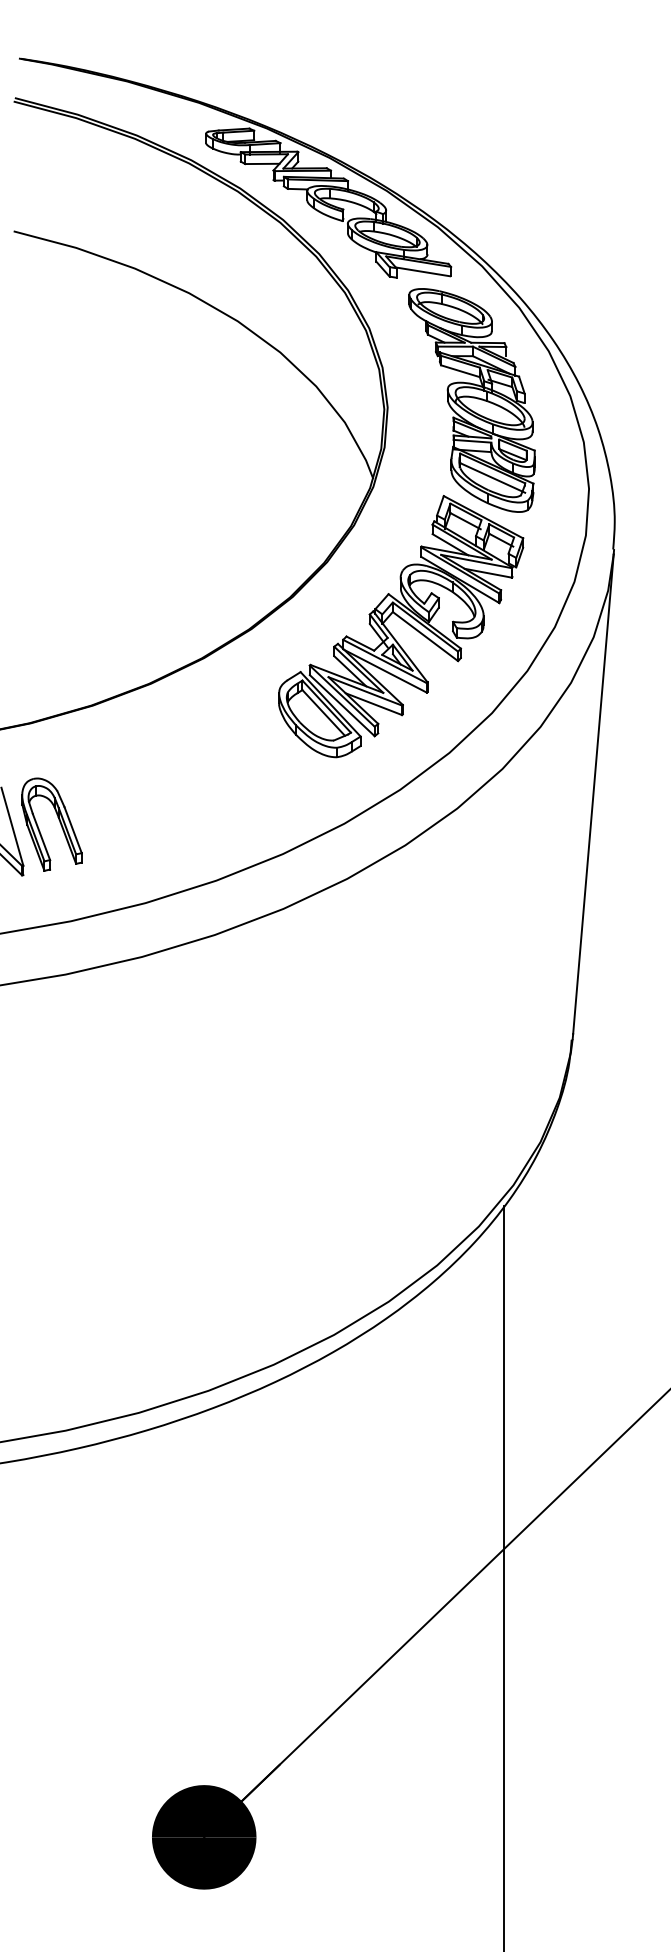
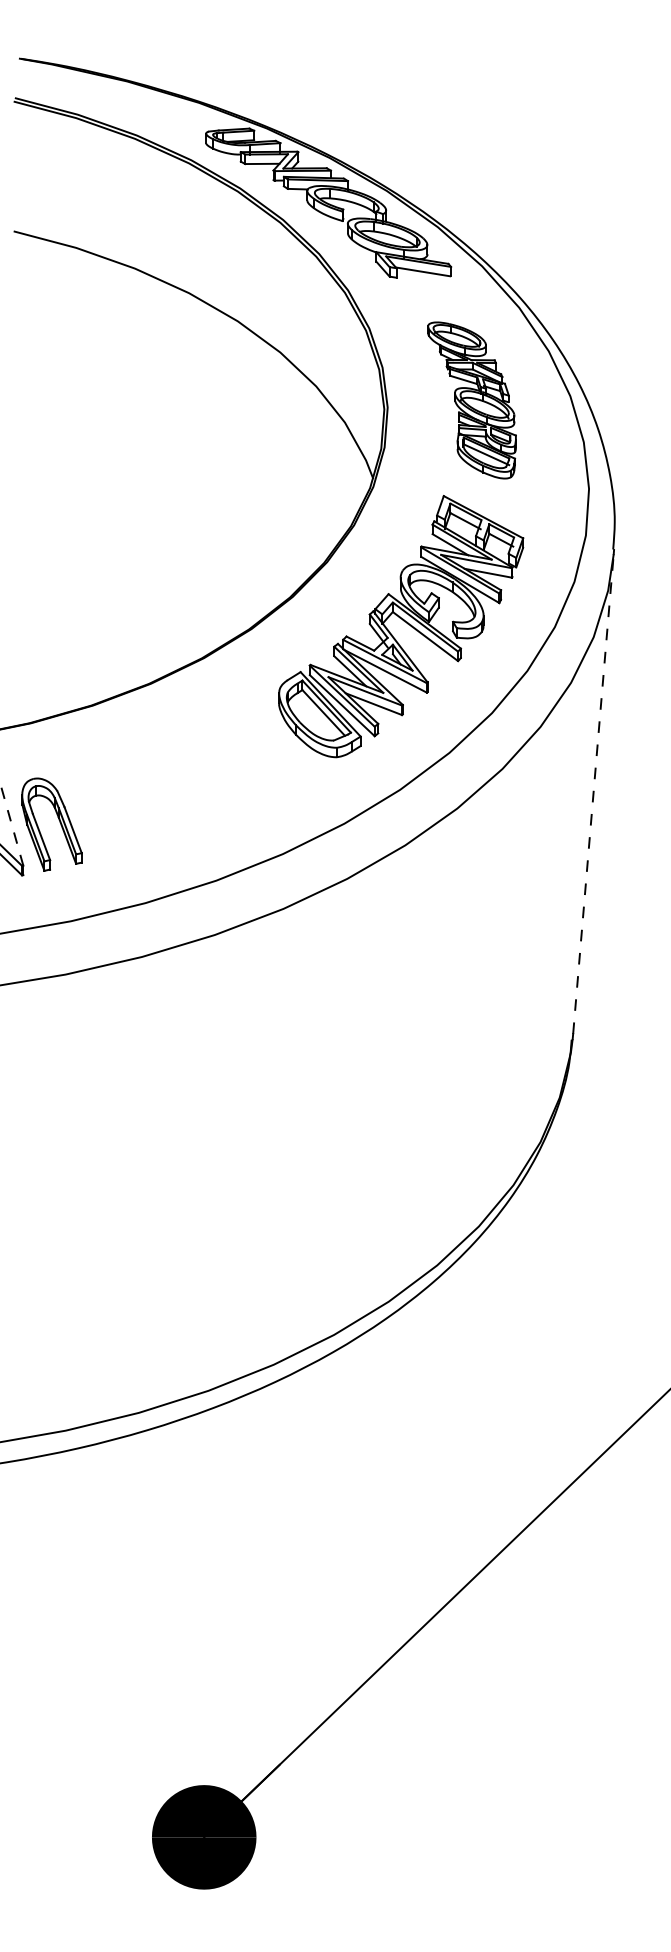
part at (471, 400) size: 128x225 px -> 90x159 px
line at (593, 794): solid -> dashed
line at (12, 826): solid -> dashed
line at (504, 1577): present -> none
